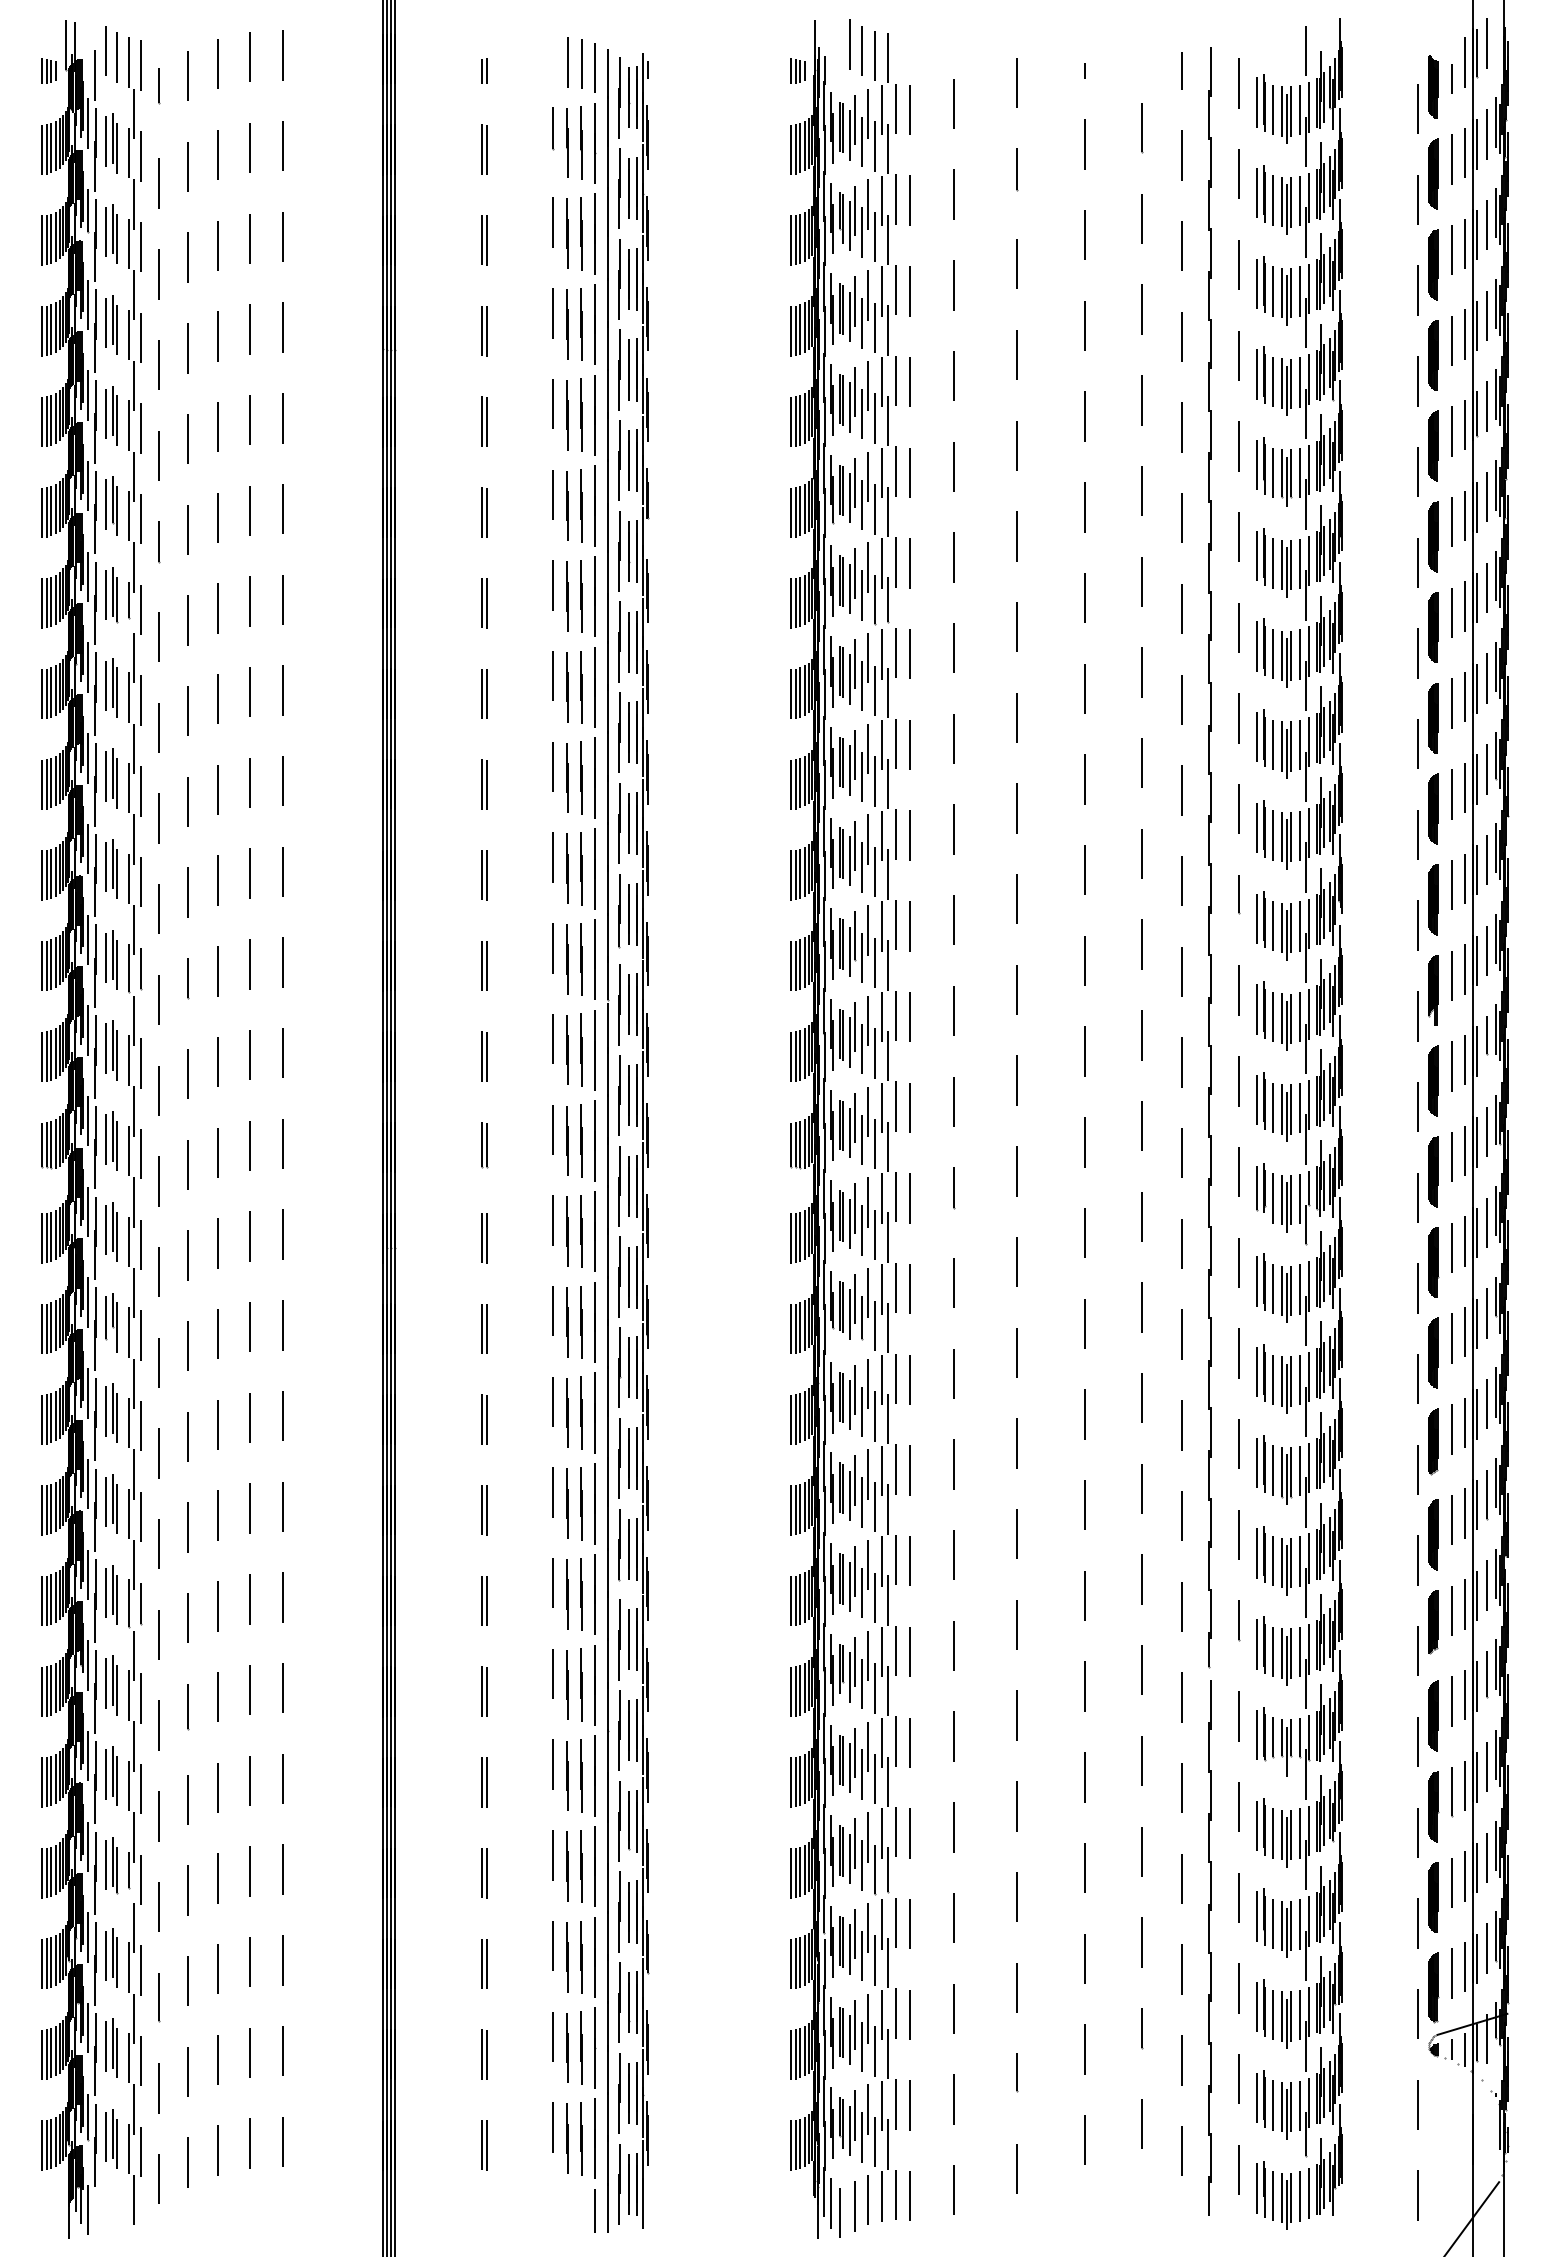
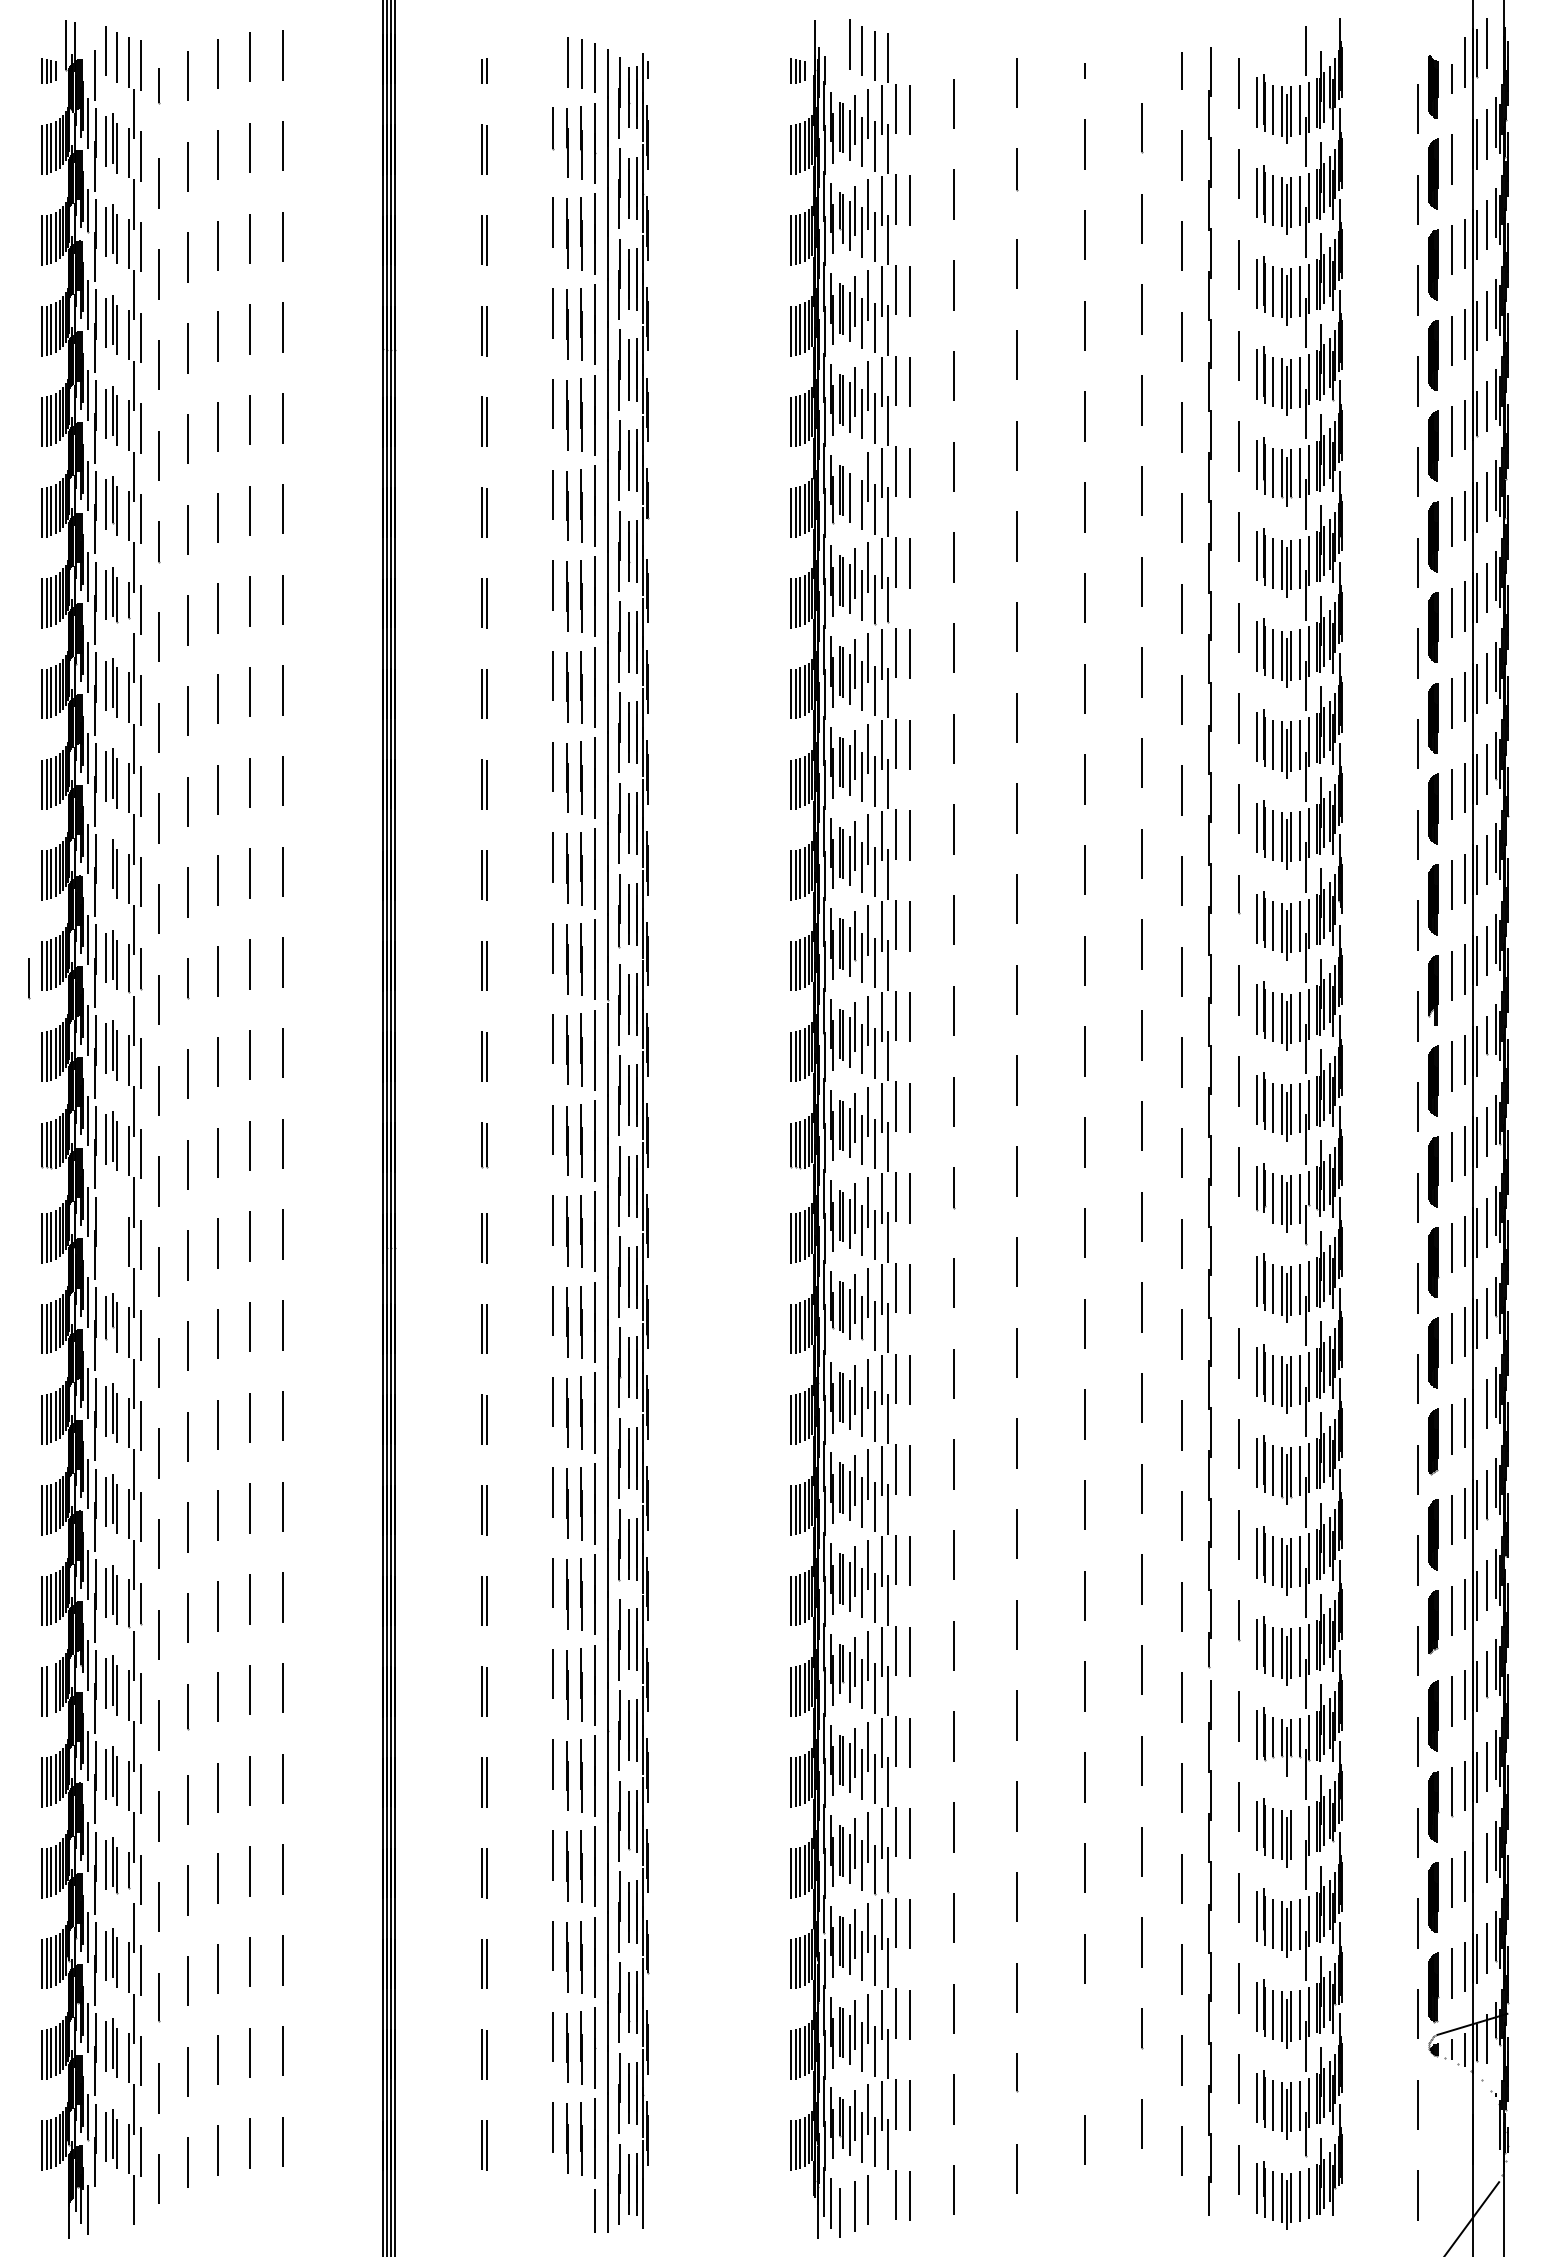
line at (1464, 152): present -> none
line at (854, 482): present -> none
line at (105, 867): present -> none
line at (29, 978): none -> present
part at (111, 1231): present -> none
line at (1238, 1262): present -> none
line at (1476, 1414): present -> none
line at (51, 1690): present -> none
line at (1300, 1833): present -> none
line at (1476, 1867): present -> none
line at (1085, 2049): present -> none
line at (881, 2196): present -> none
